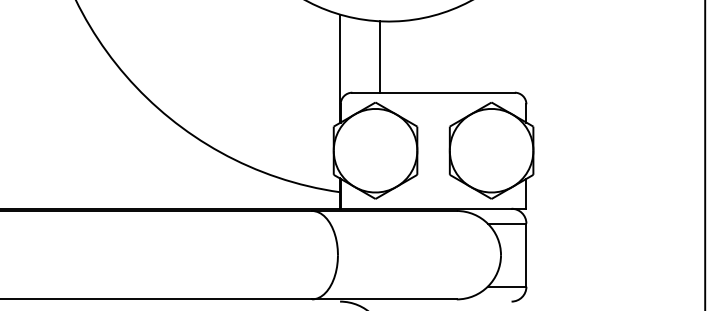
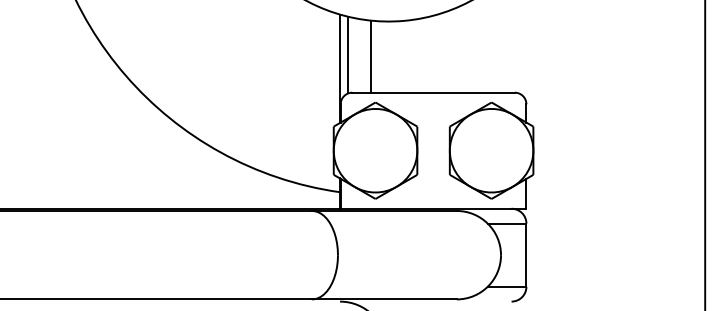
line at (348, 54): none -> present
line at (380, 56) position: (380, 56) -> (371, 56)
